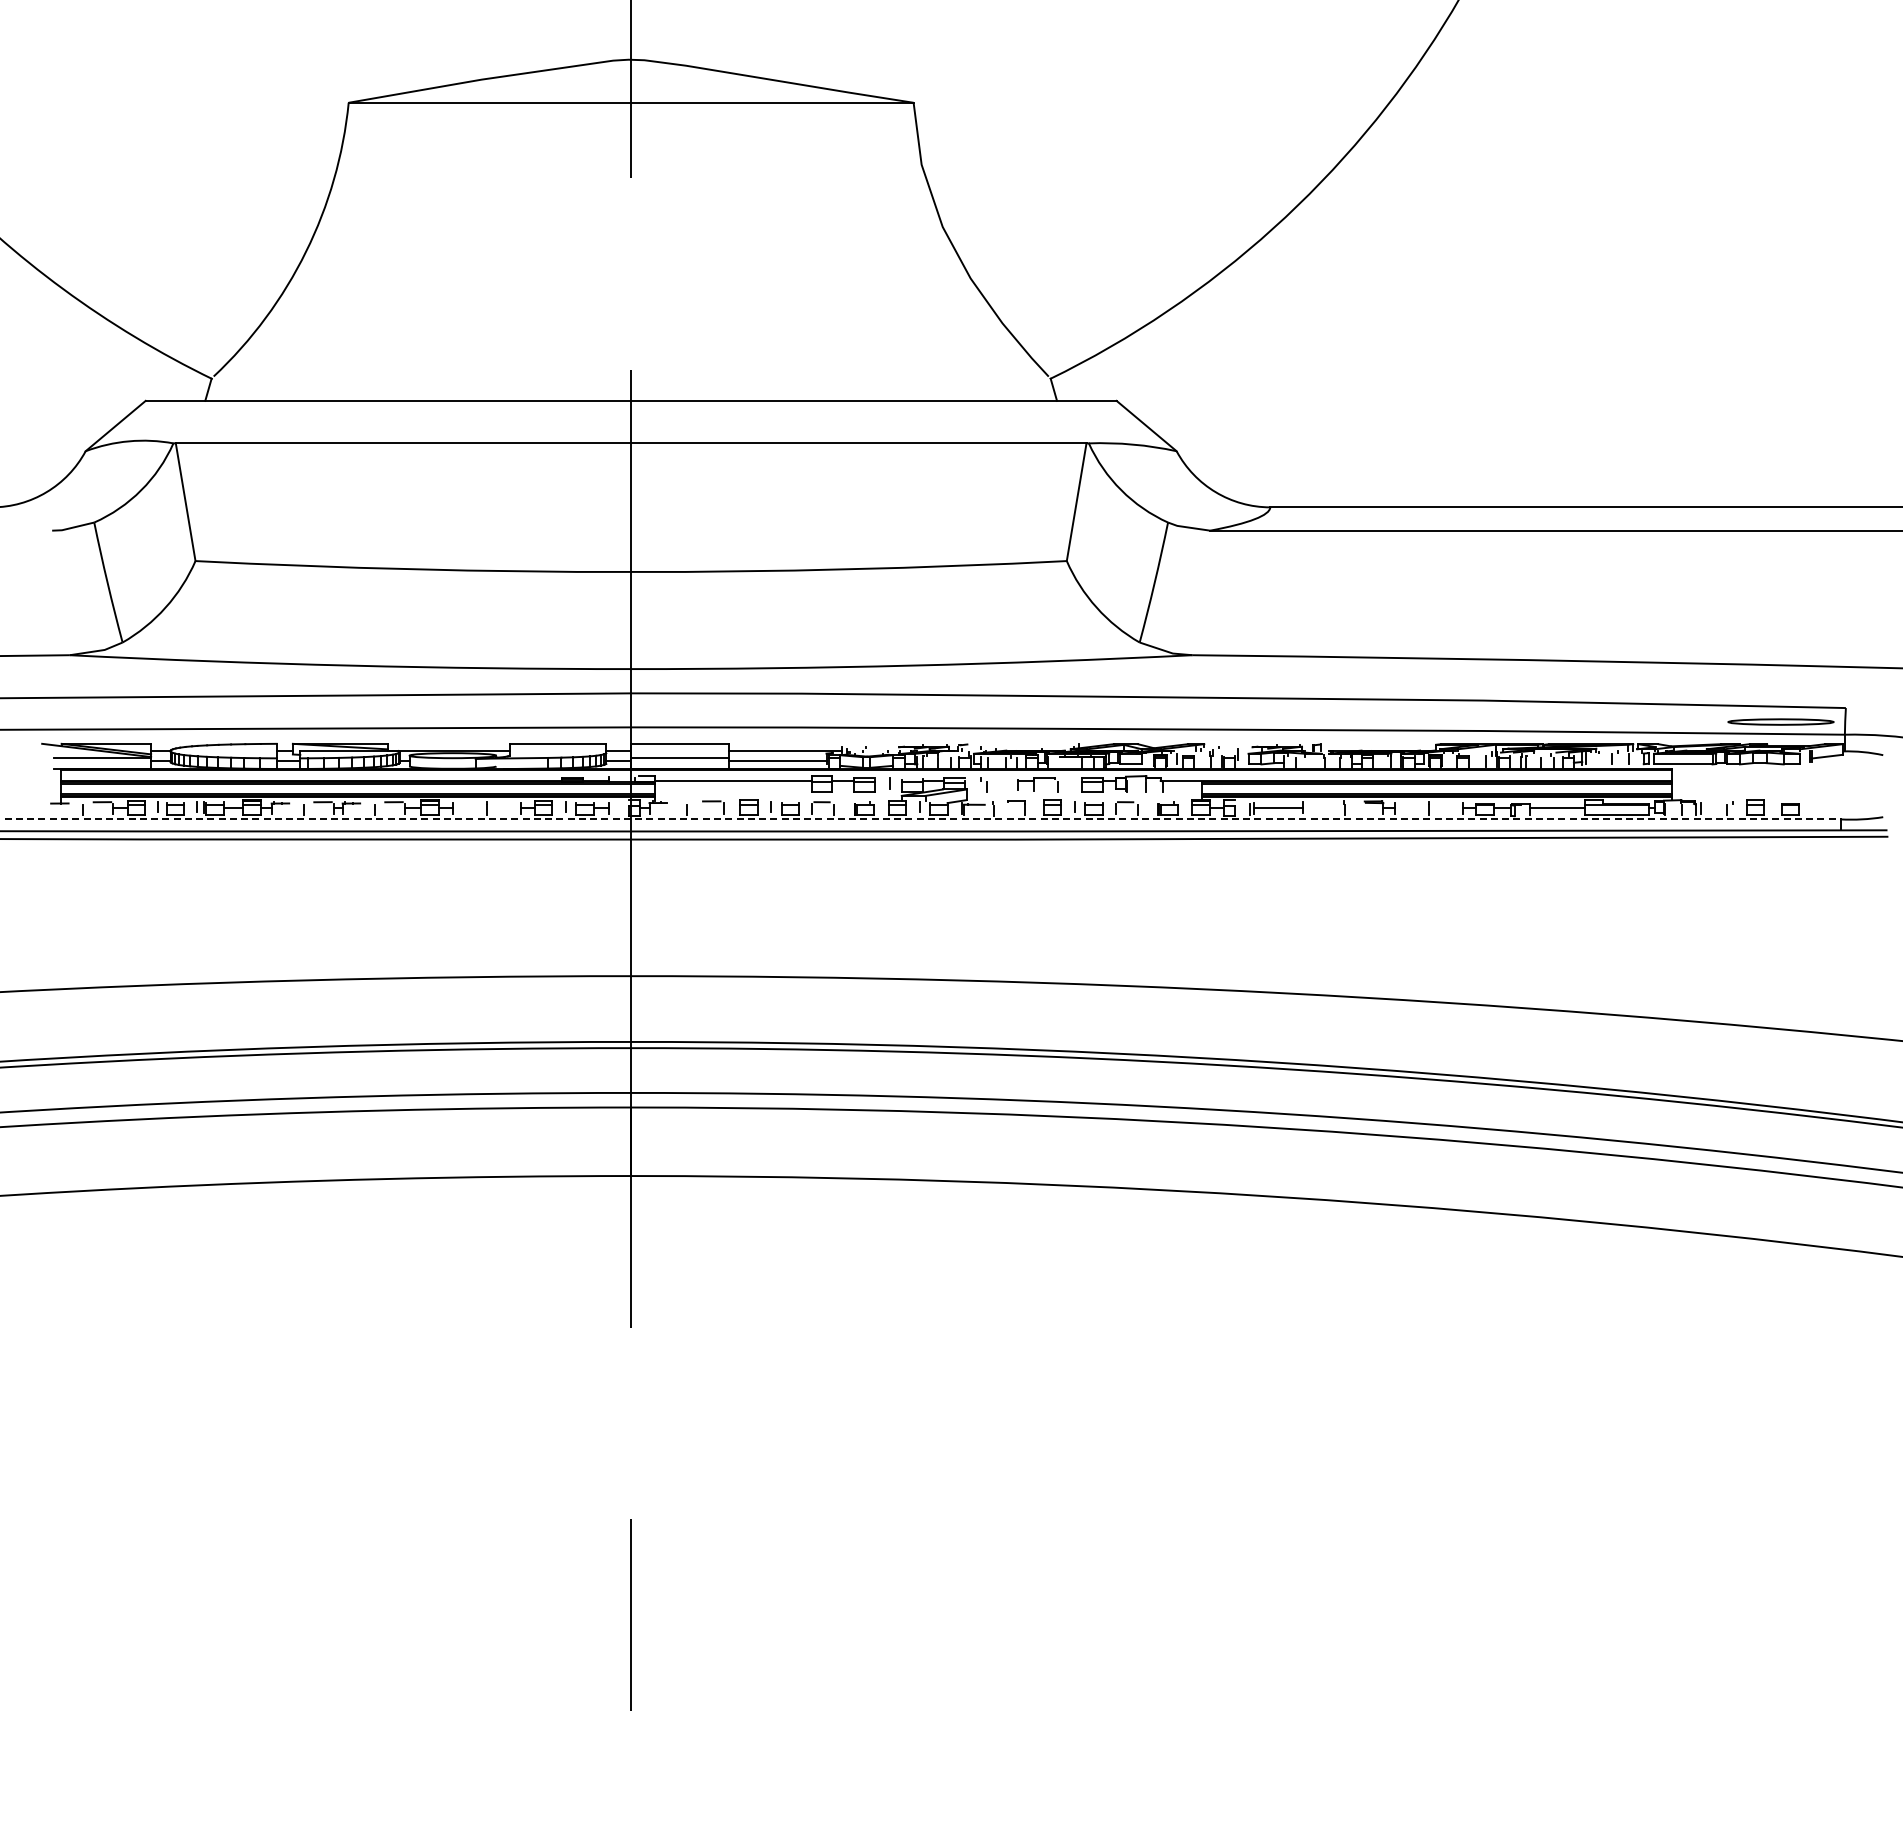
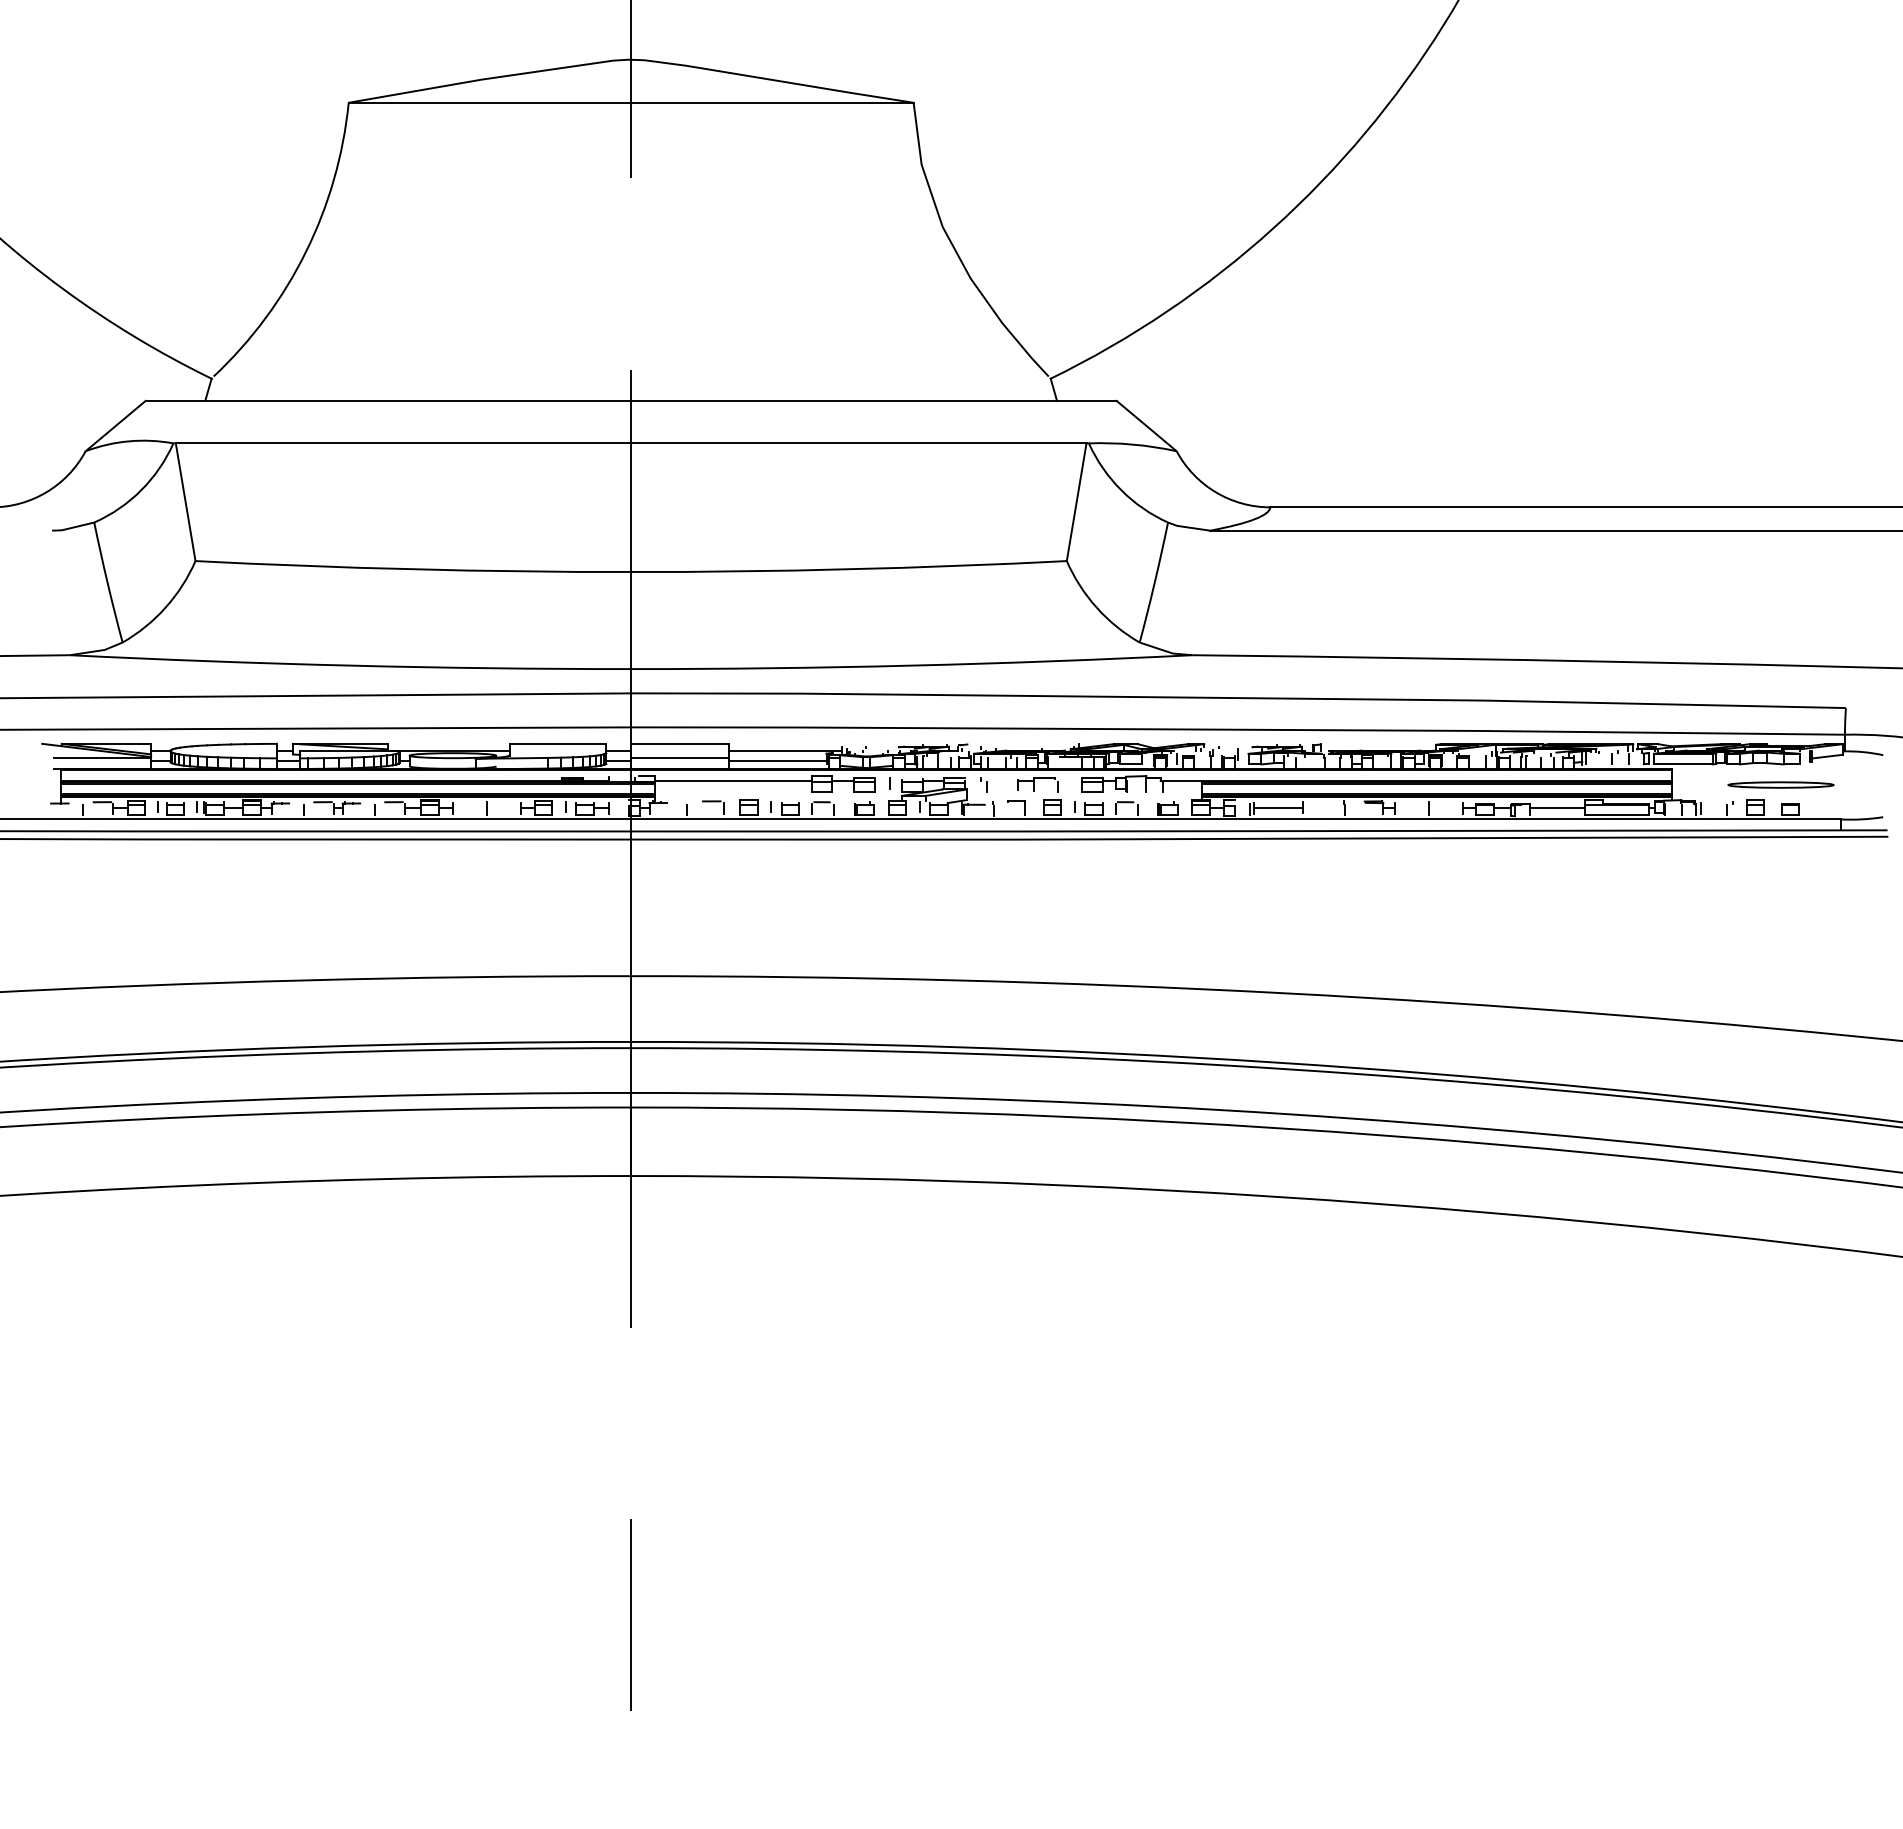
part at (1780, 721) position: (1780, 721) -> (1780, 784)
line at (920, 819): dashed -> solid
